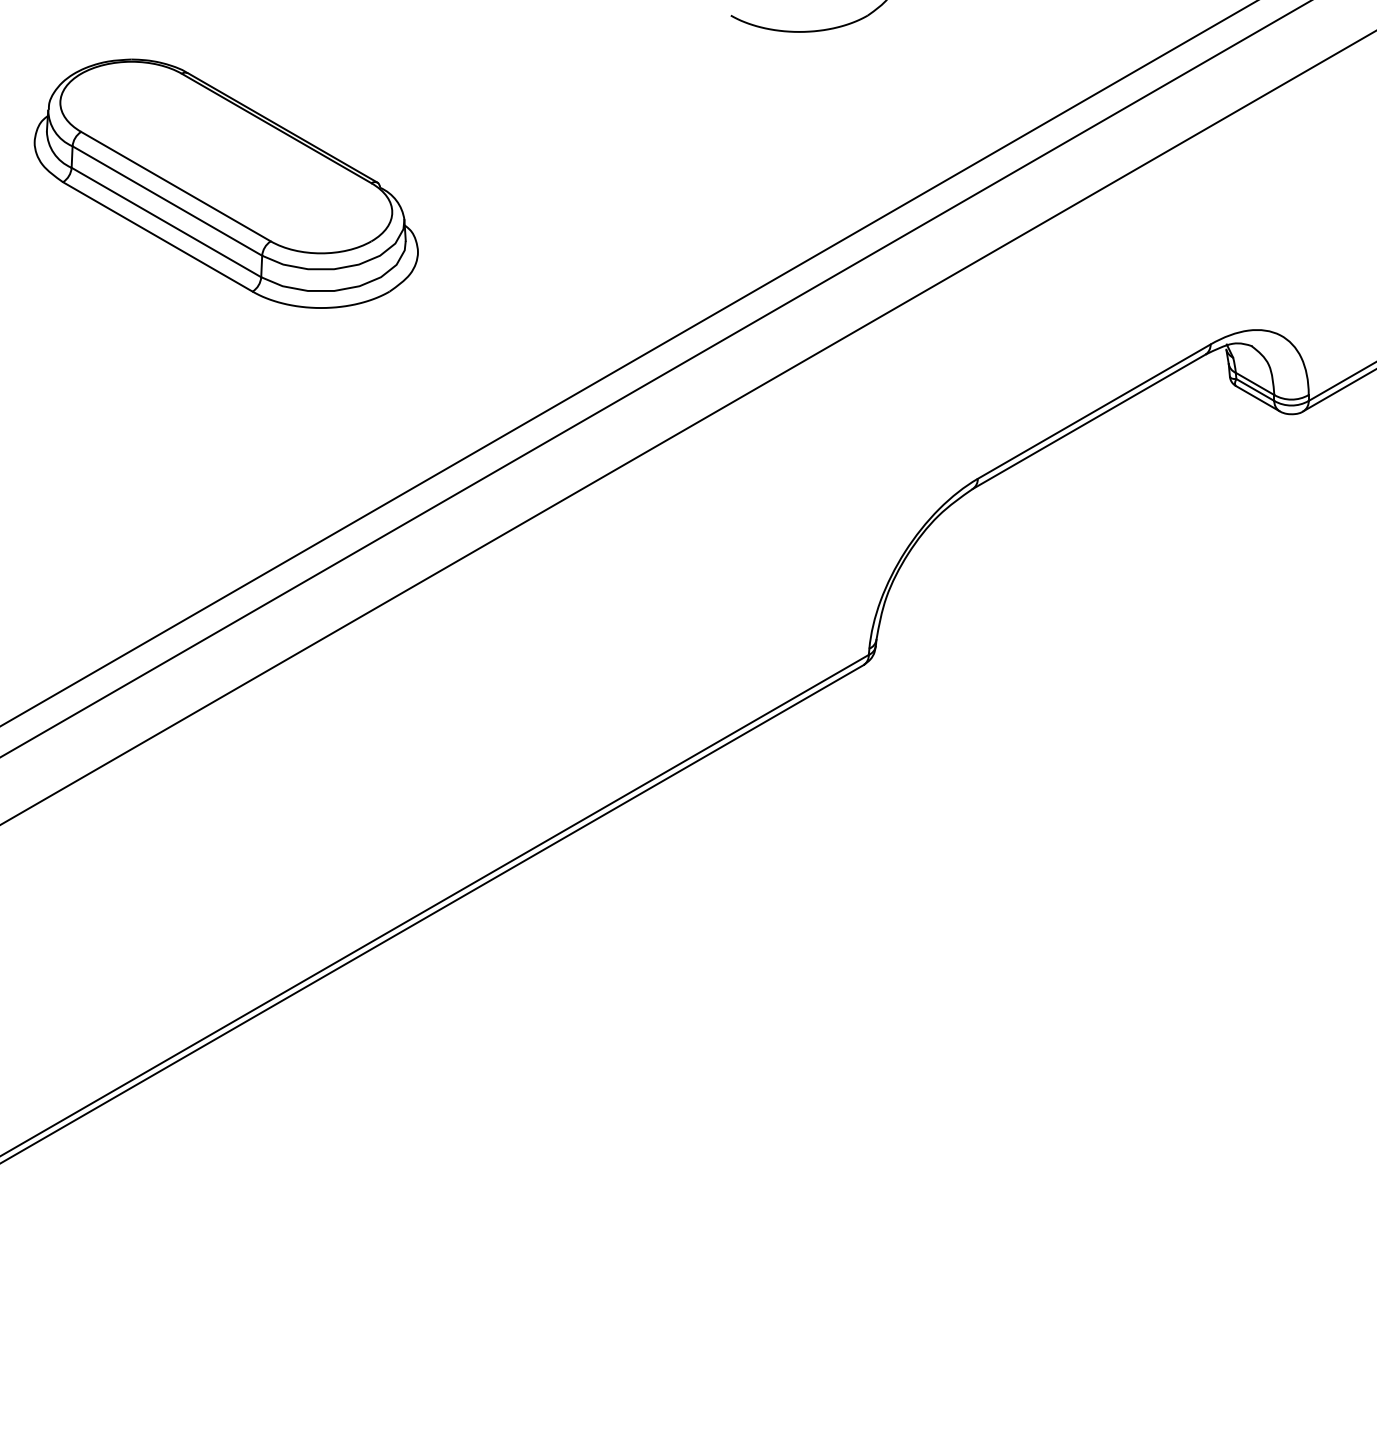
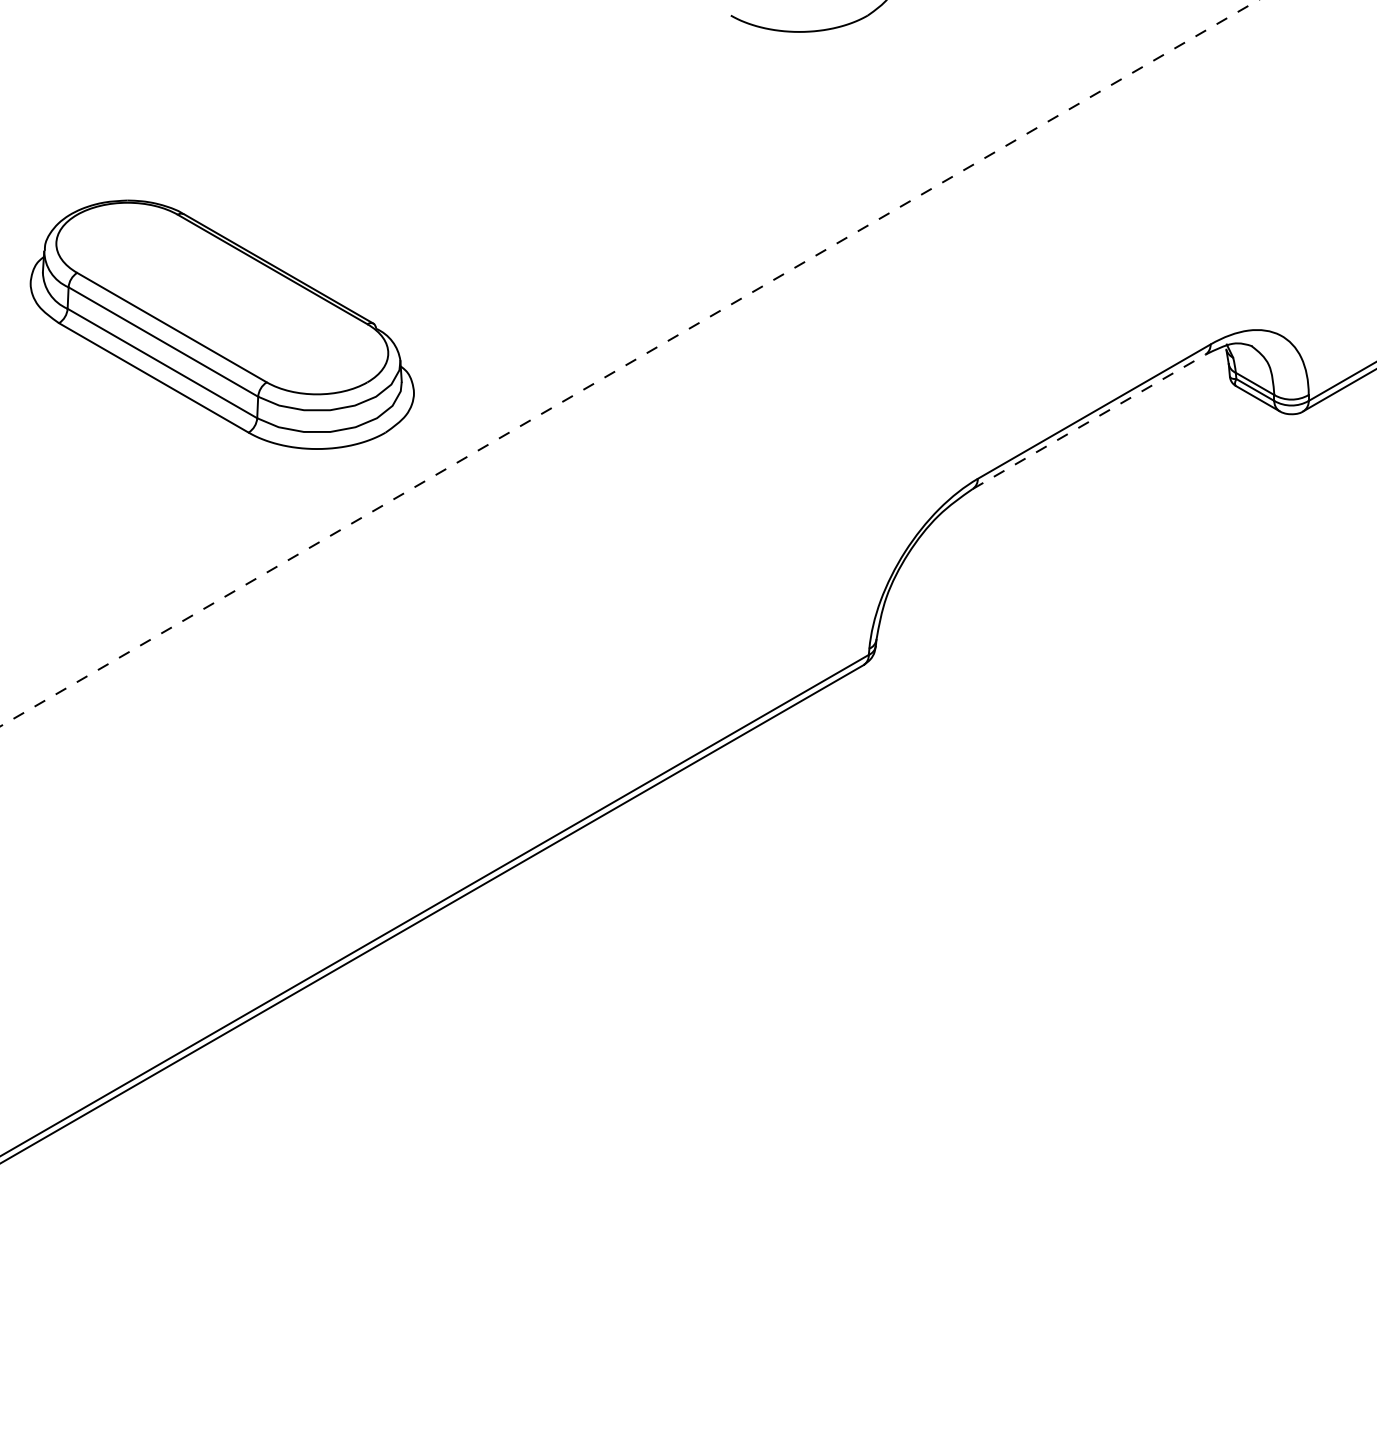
part at (225, 183) position: (225, 183) -> (221, 324)
line at (629, 363): solid -> dashed
line at (655, 379): present -> none
line at (1089, 421): solid -> dashed
line at (687, 427): present -> none
